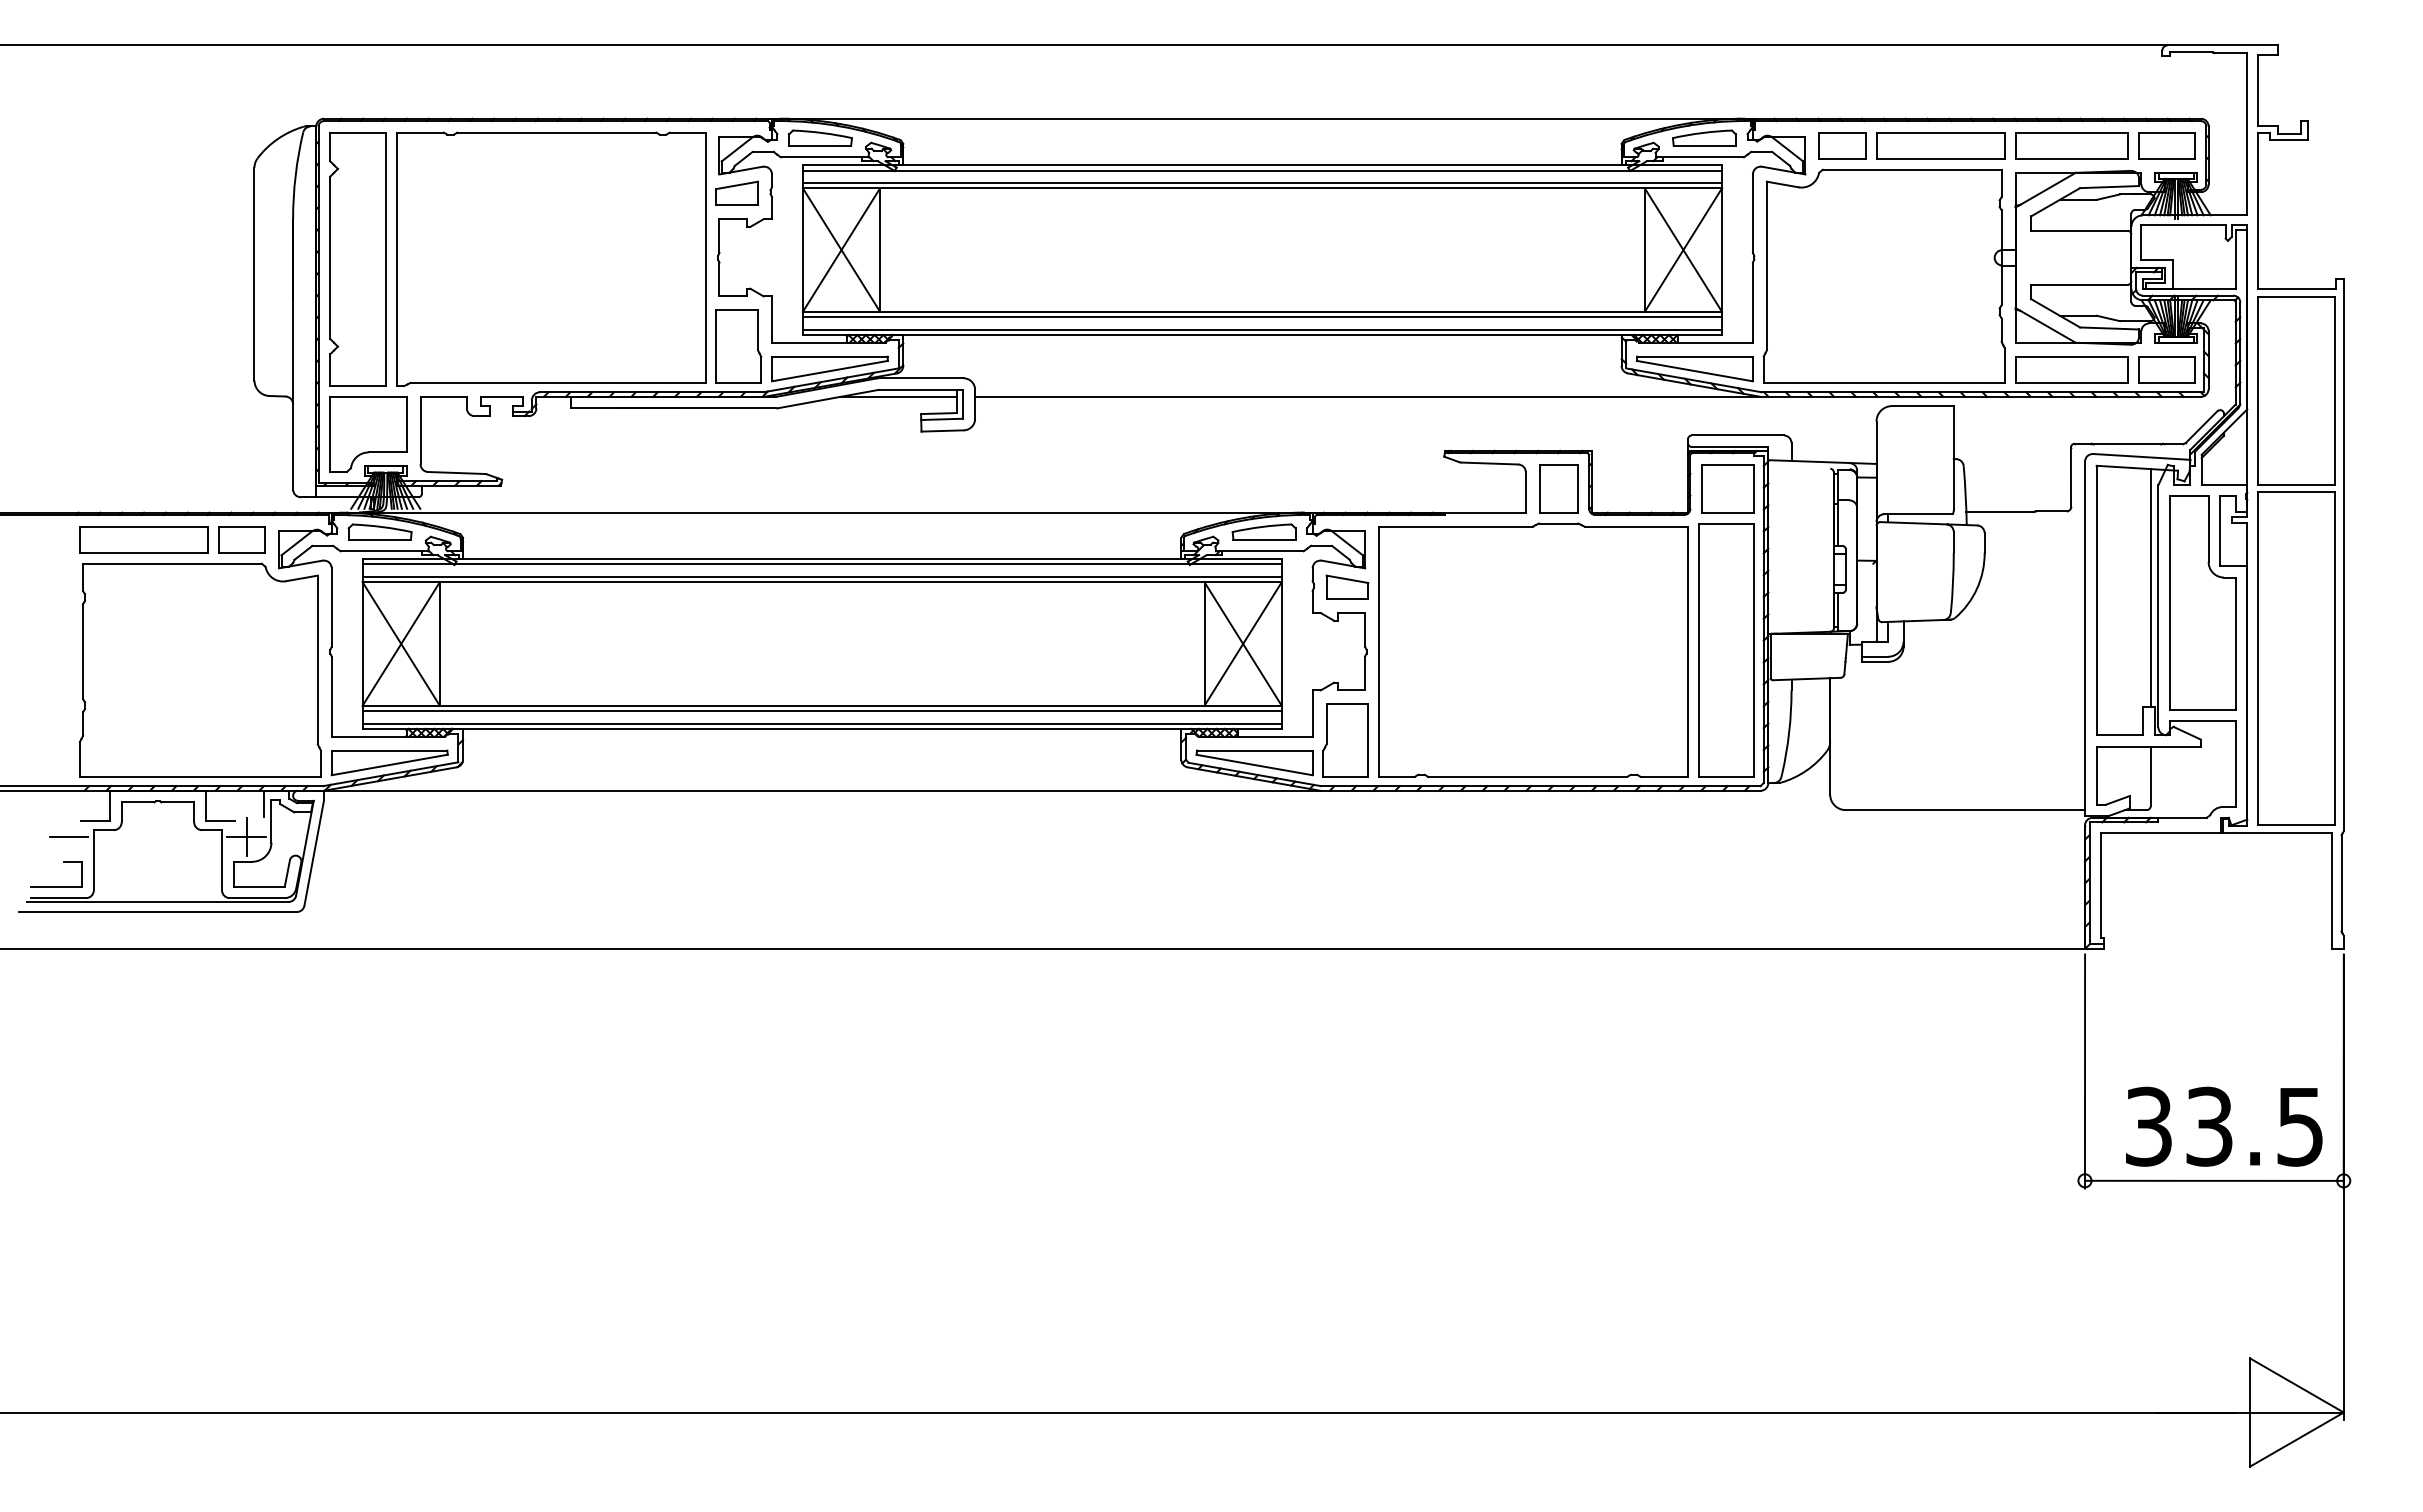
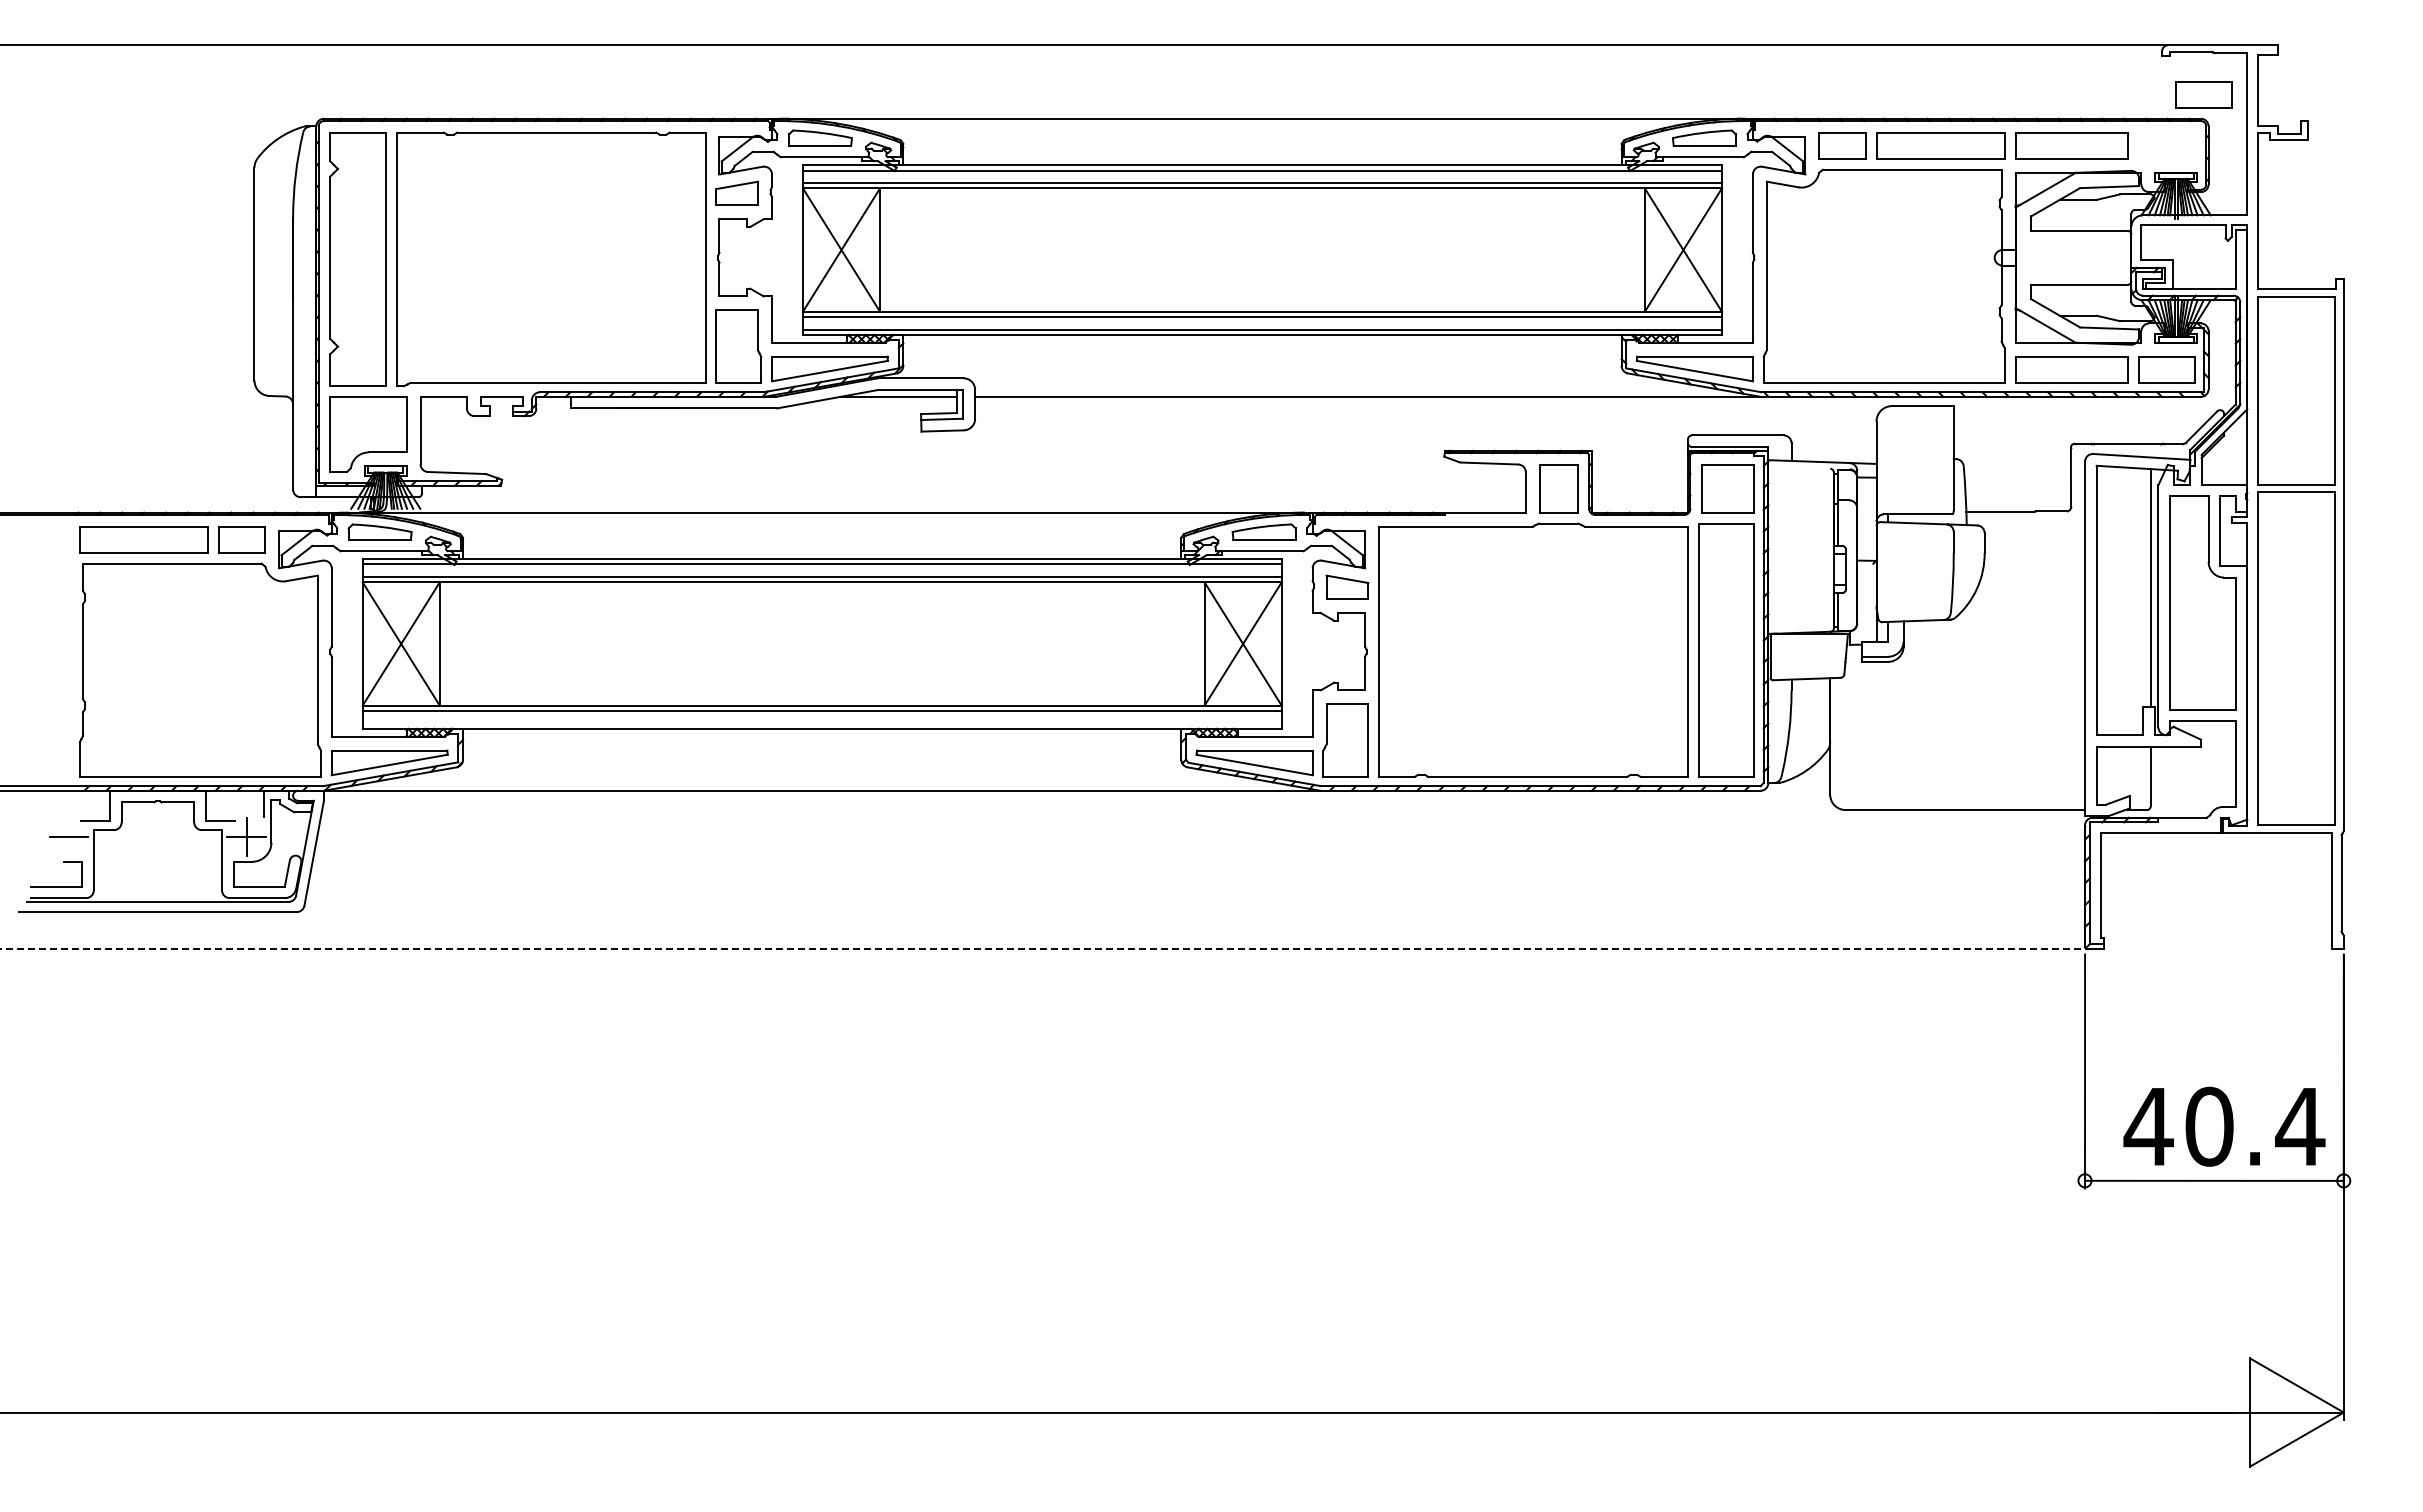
part at (2166, 145) position: (2166, 145) -> (2203, 94)
line at (821, 723): present -> none
line at (1044, 949): solid -> dashed
text at (2224, 1126): 33.5 -> 40.4
